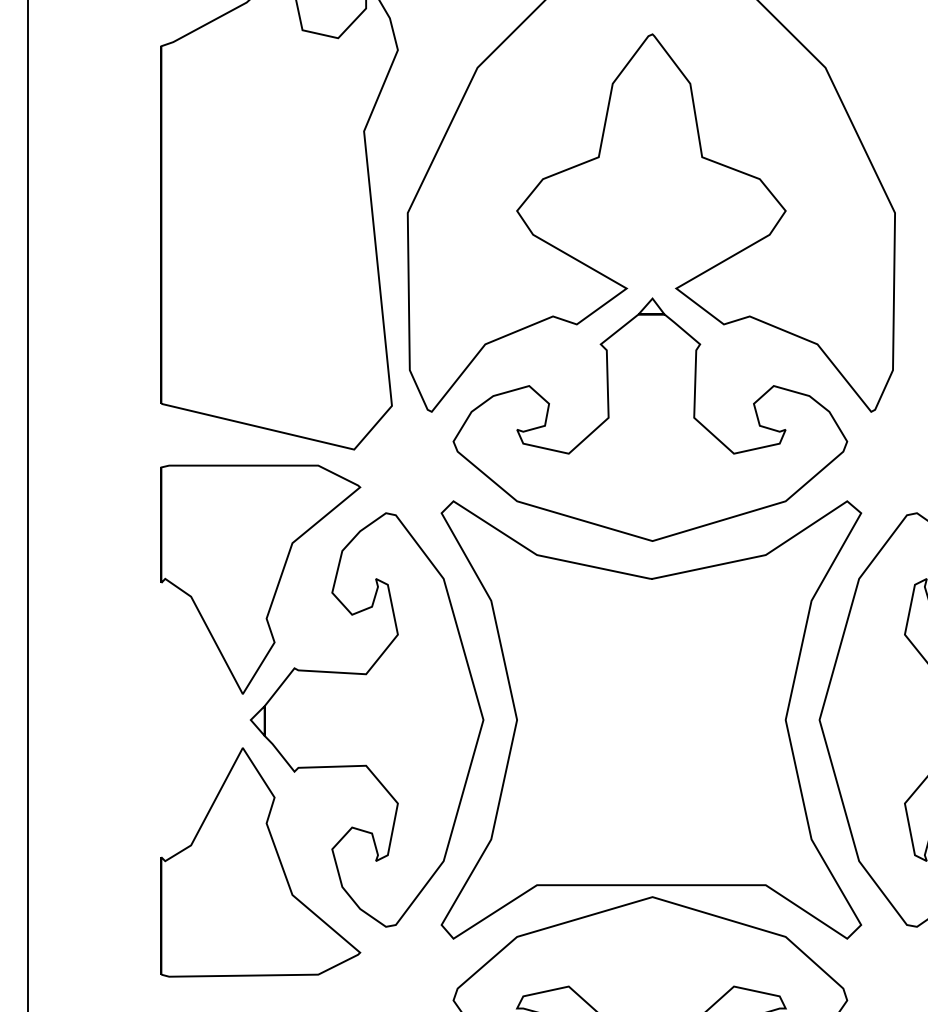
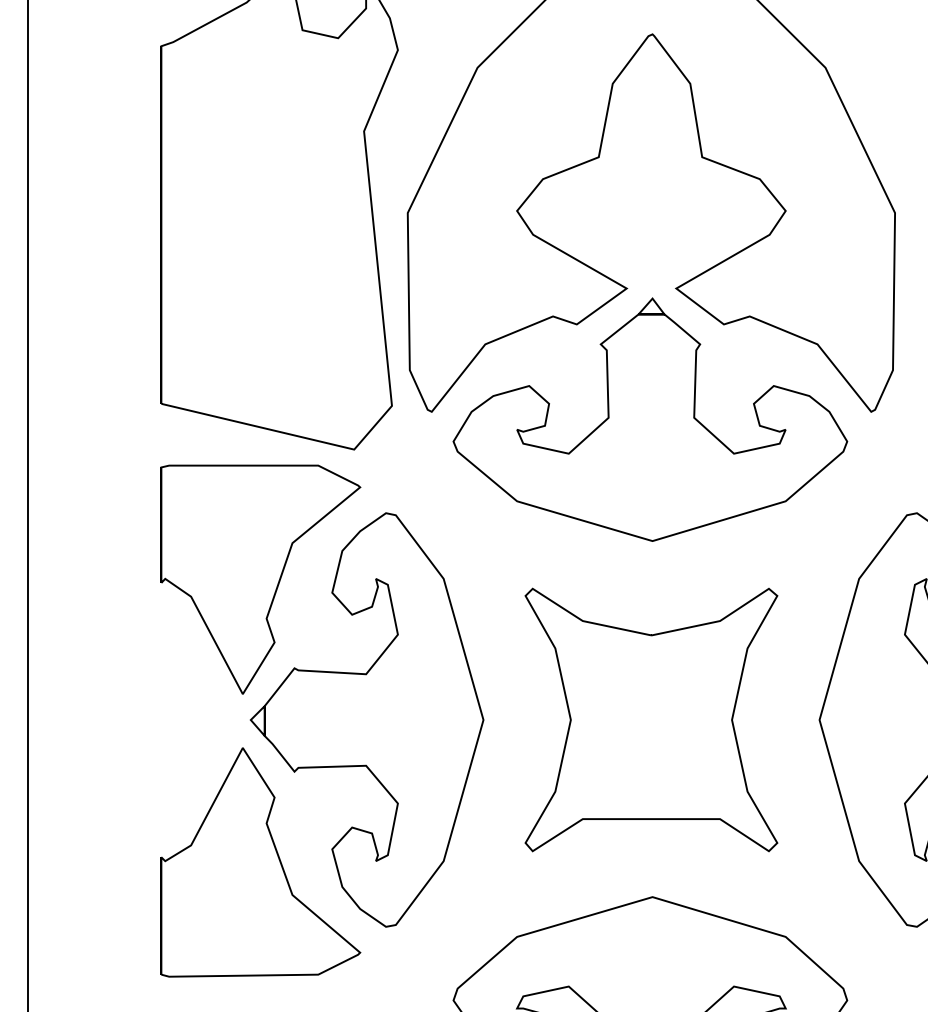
part at (651, 719) size: 423x440 px -> 255x266 px
